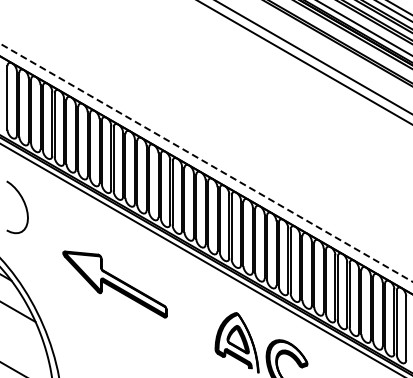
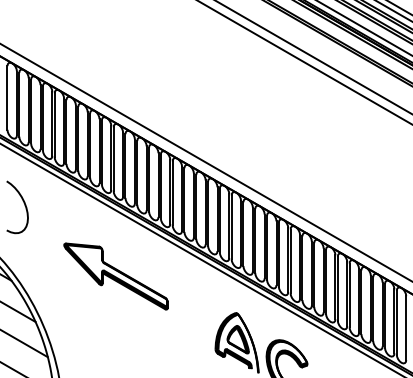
line at (206, 162): dashed -> solid
part at (114, 284) position: (114, 284) -> (115, 276)
line at (24, 344): none -> present
